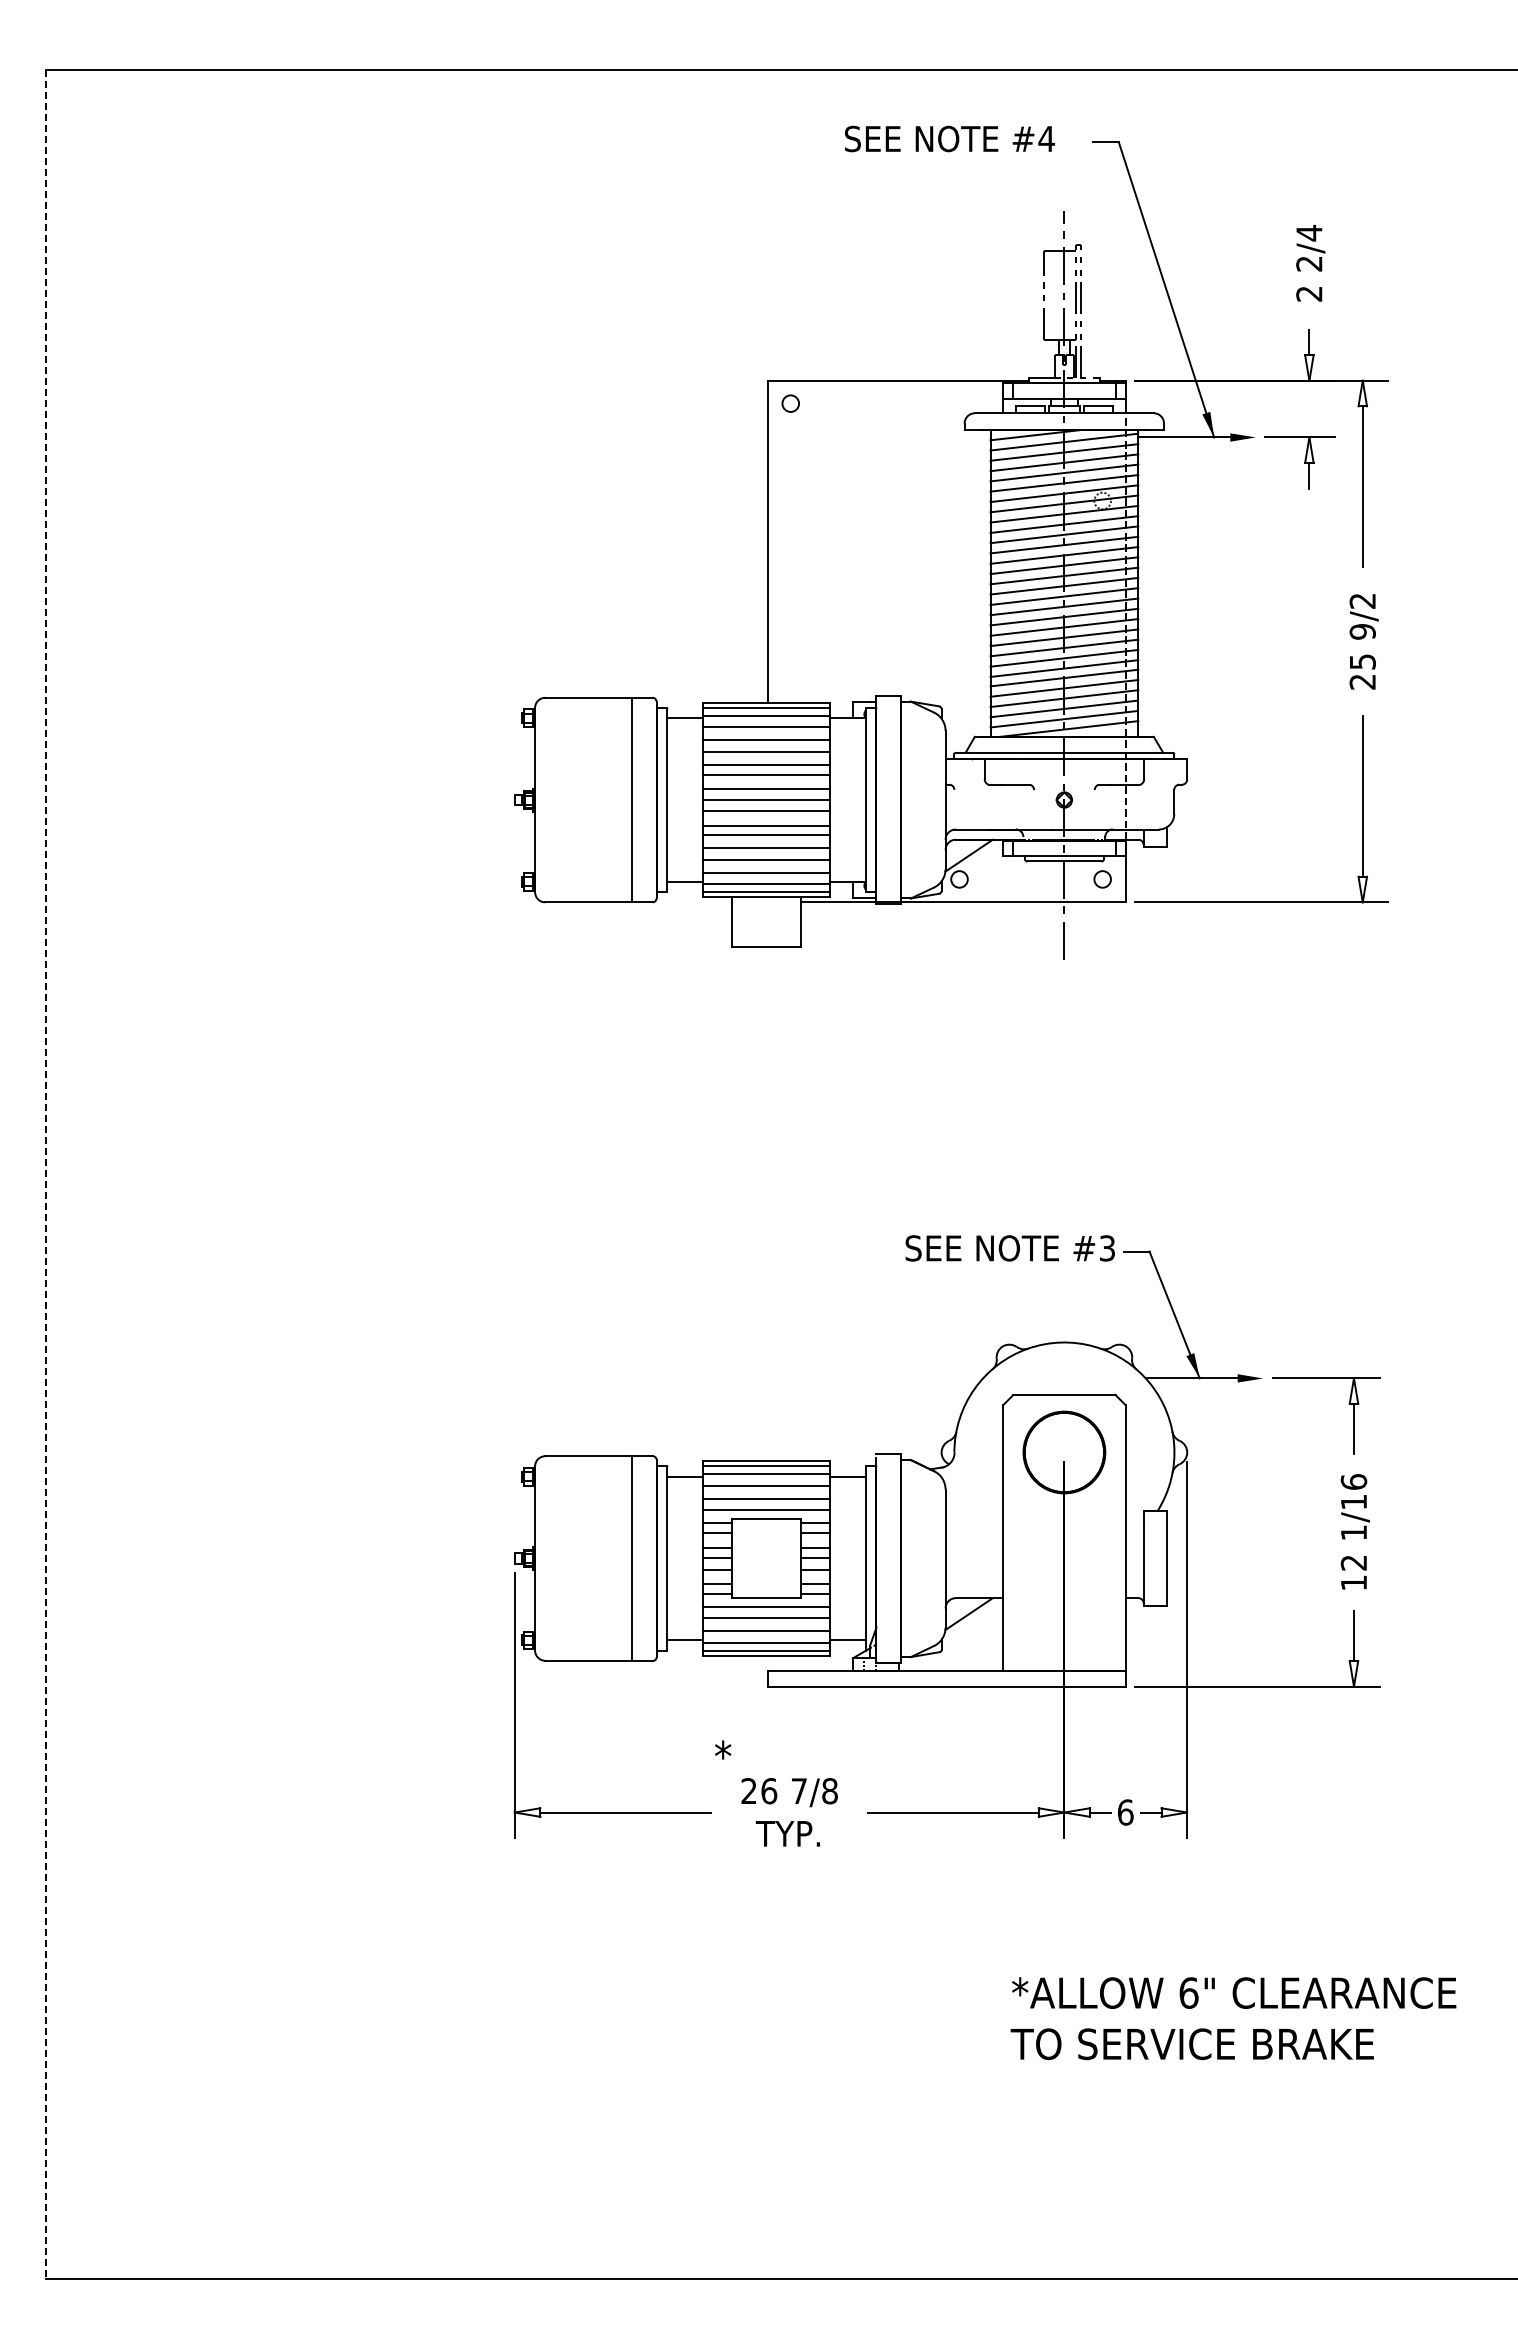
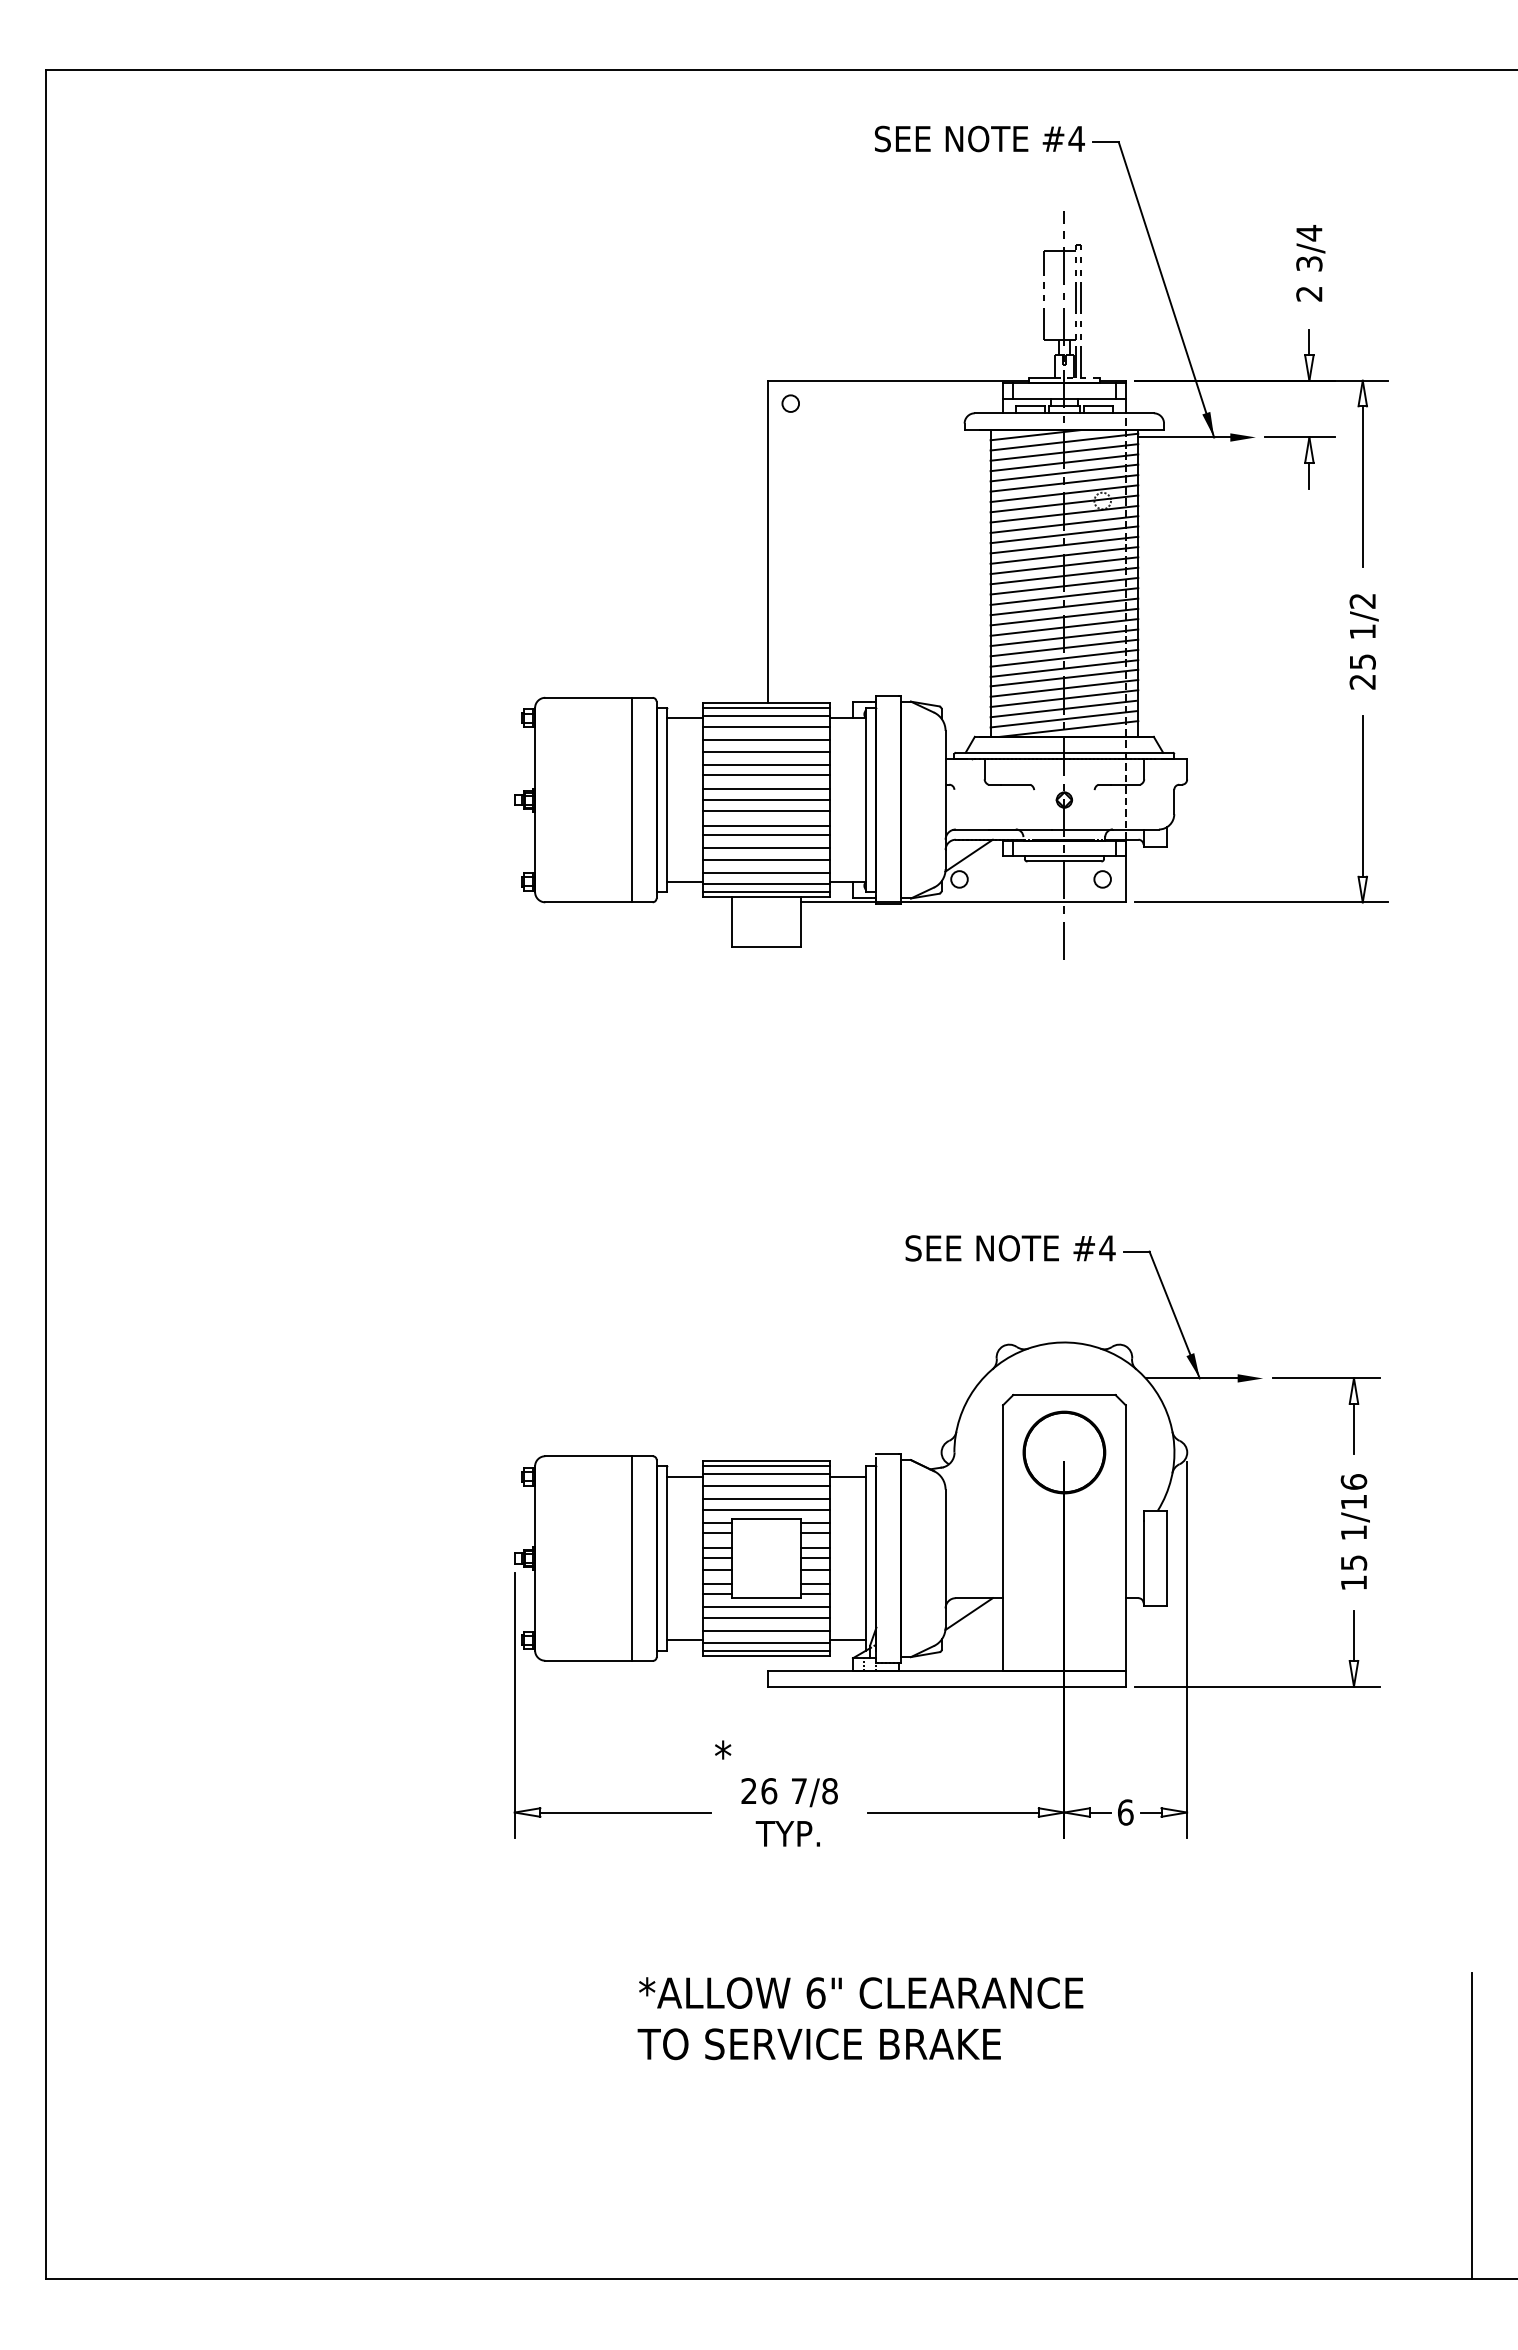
text at (949, 138) position: (949, 138) -> (979, 138)
text at (1309, 263): 2/4 -> 3/4
text at (1362, 631): 9/2 -> 1/2
line at (45, 1175): dashed -> solid
text at (1107, 1248): #3 -> #4
text at (1353, 1562): 12 -> 15
text at (1233, 2018) position: (1233, 2018) -> (860, 2018)
line at (1472, 2125): none -> present
